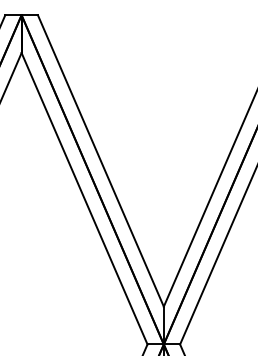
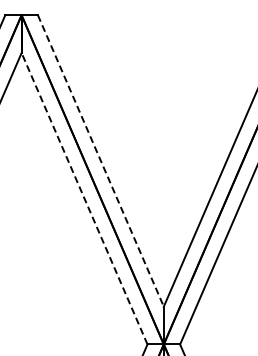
line at (100, 160): solid -> dashed
line at (84, 198): solid -> dashed
